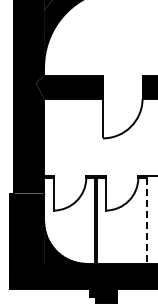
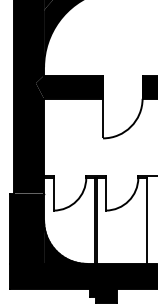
line at (147, 221): dashed -> solid
